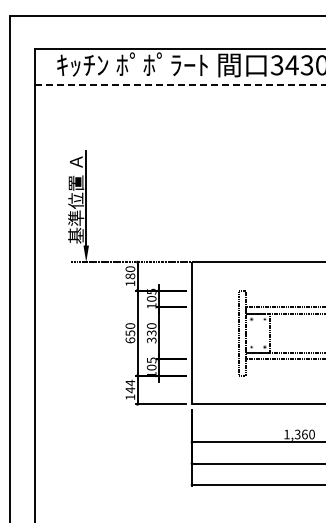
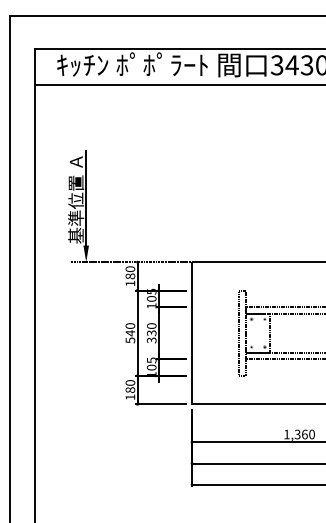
line at (180, 84): dashed -> solid
text at (130, 336): 650 -> 540
text at (130, 386): 144 -> 180
